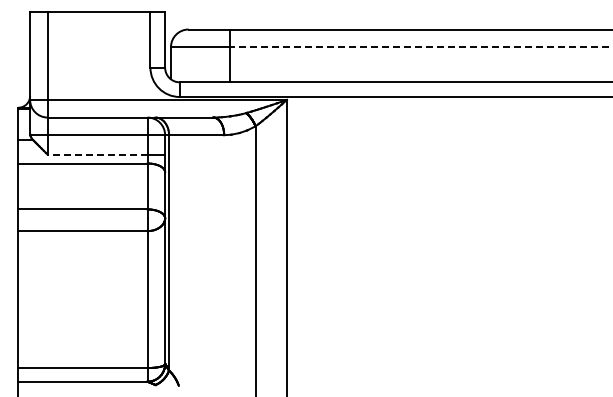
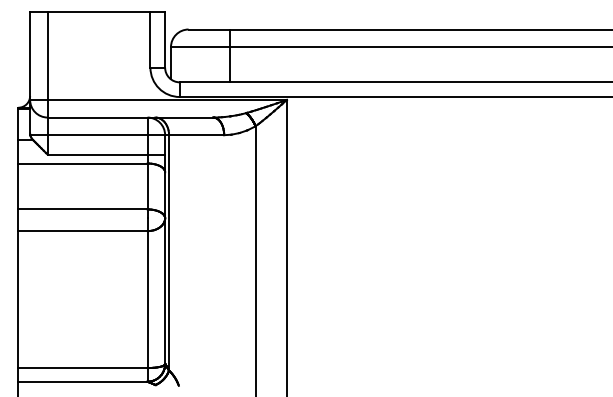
line at (420, 47): dashed -> solid
line at (97, 154): dashed -> solid
